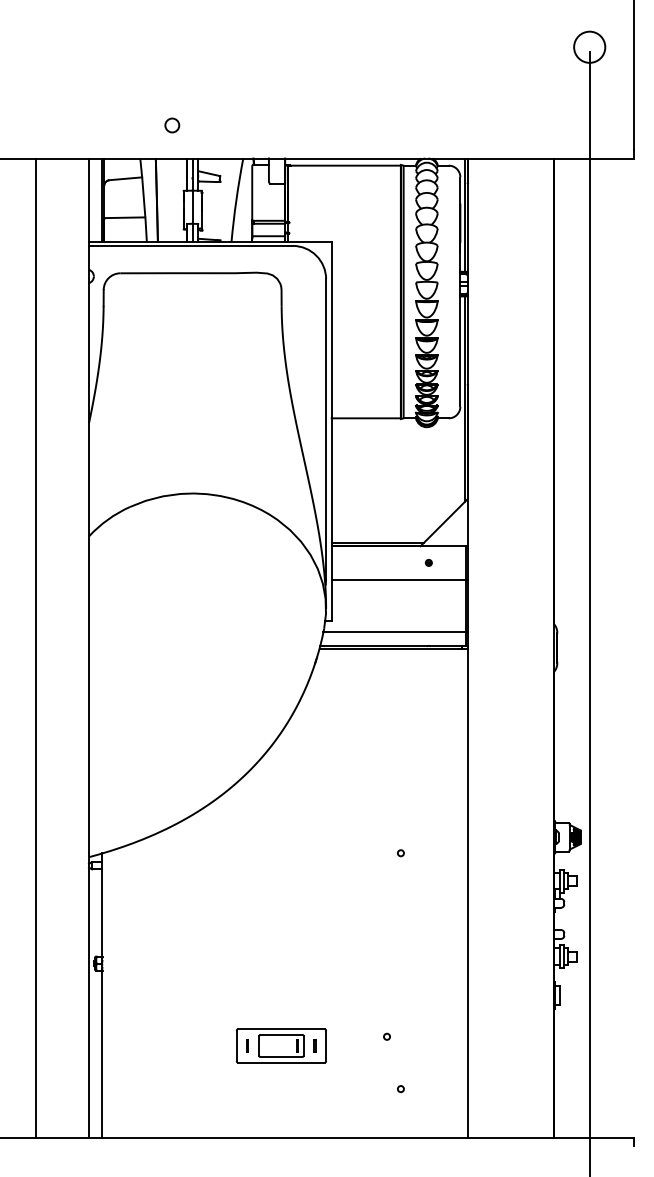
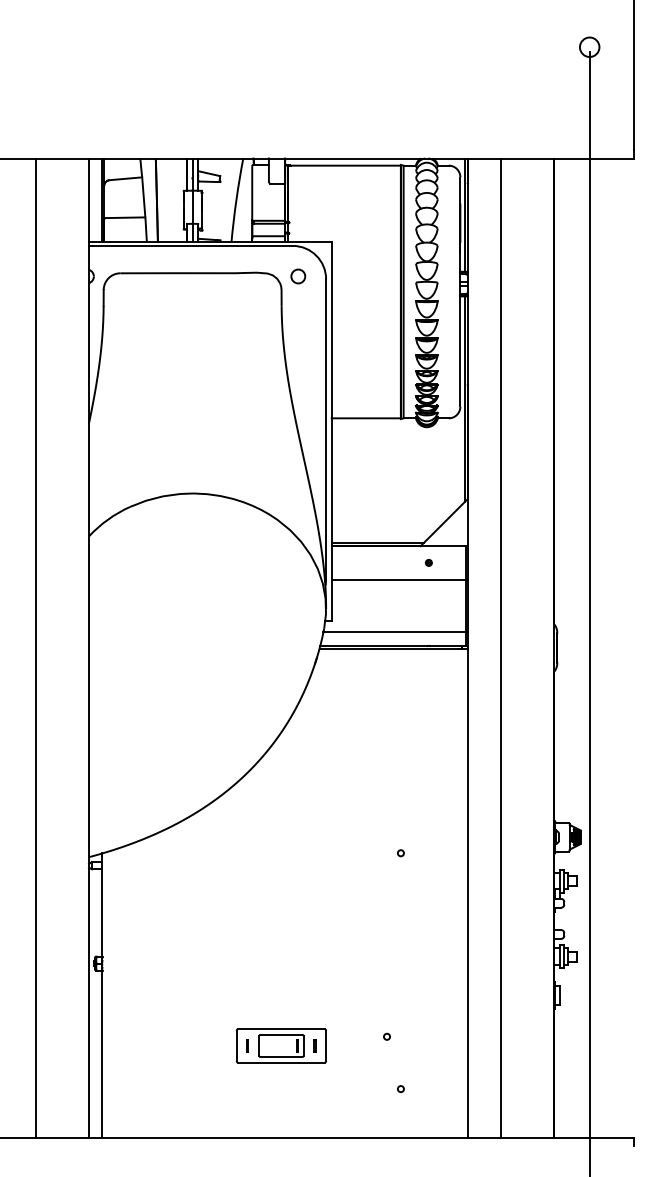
circle at (589, 46) diameter: 31 px -> 19 px
circle at (172, 125) position: (172, 125) -> (298, 276)
line at (501, 647): none -> present
